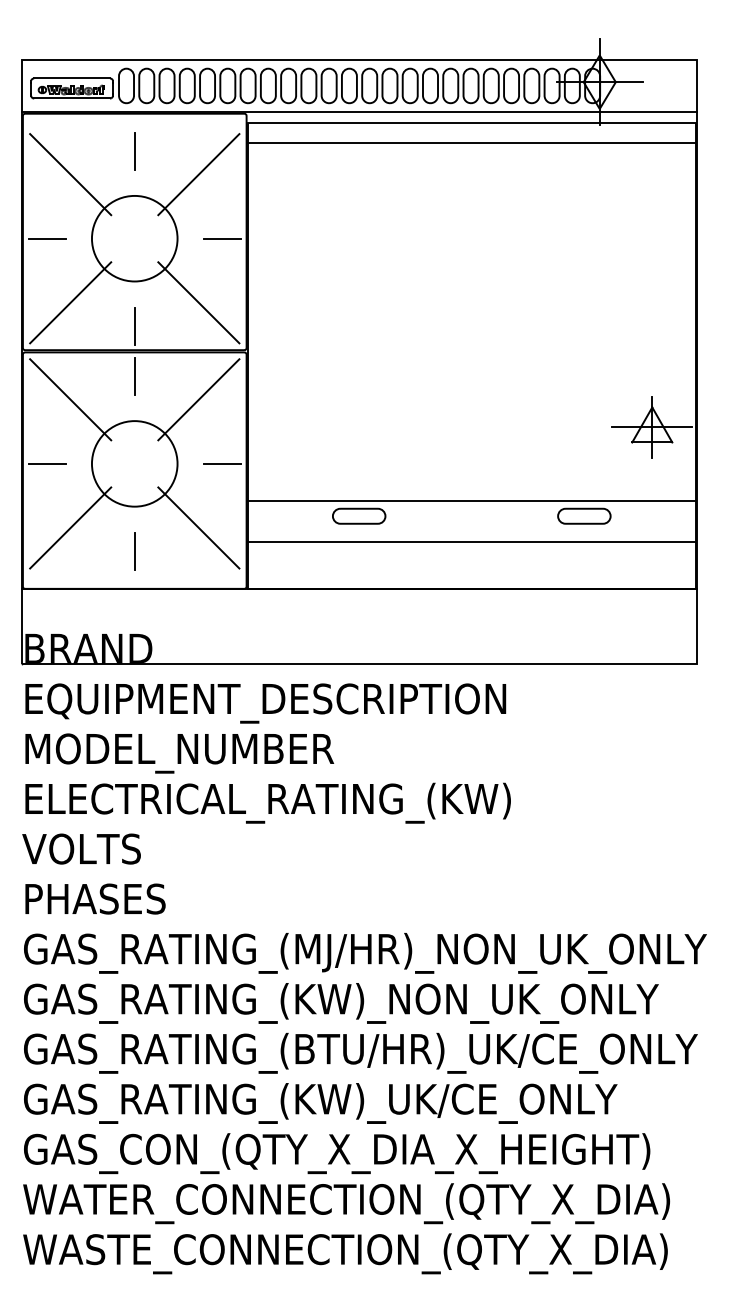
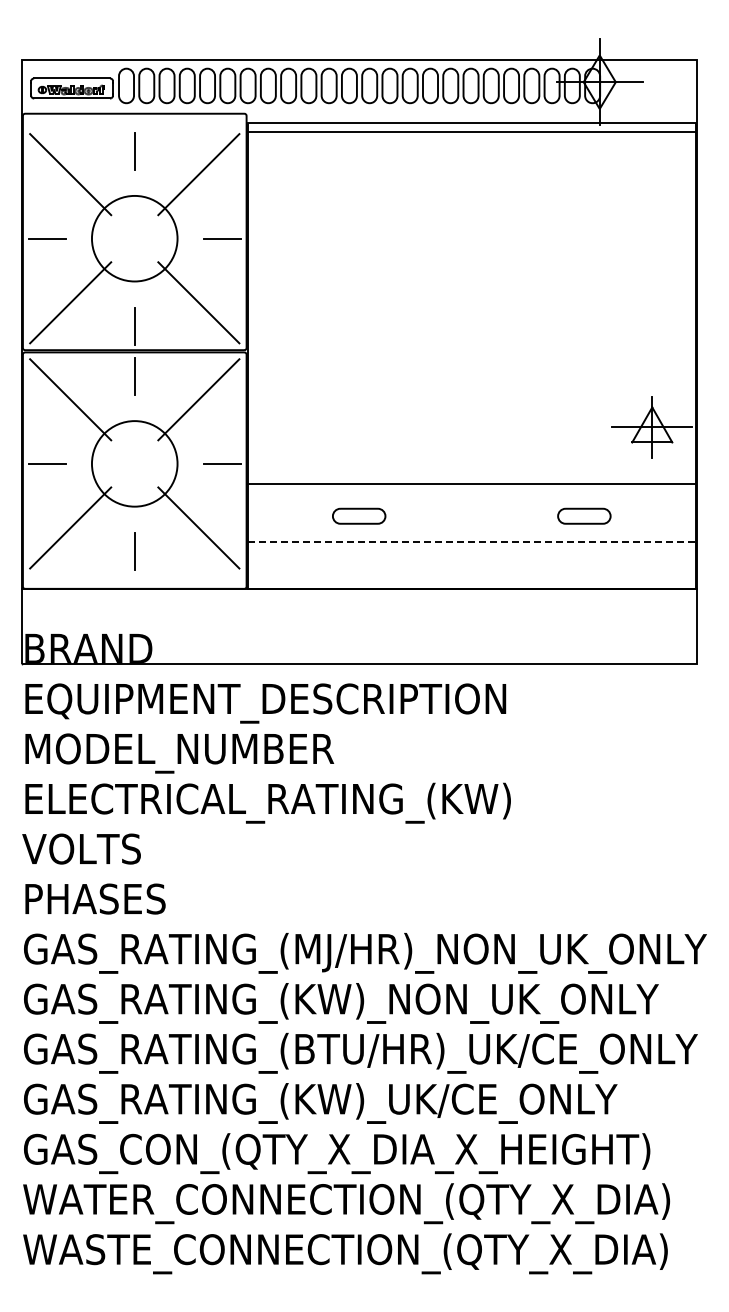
line at (359, 112): present -> none
line at (471, 143) position: (471, 143) -> (471, 132)
line at (471, 500) position: (471, 500) -> (471, 483)
line at (472, 541): solid -> dashed
